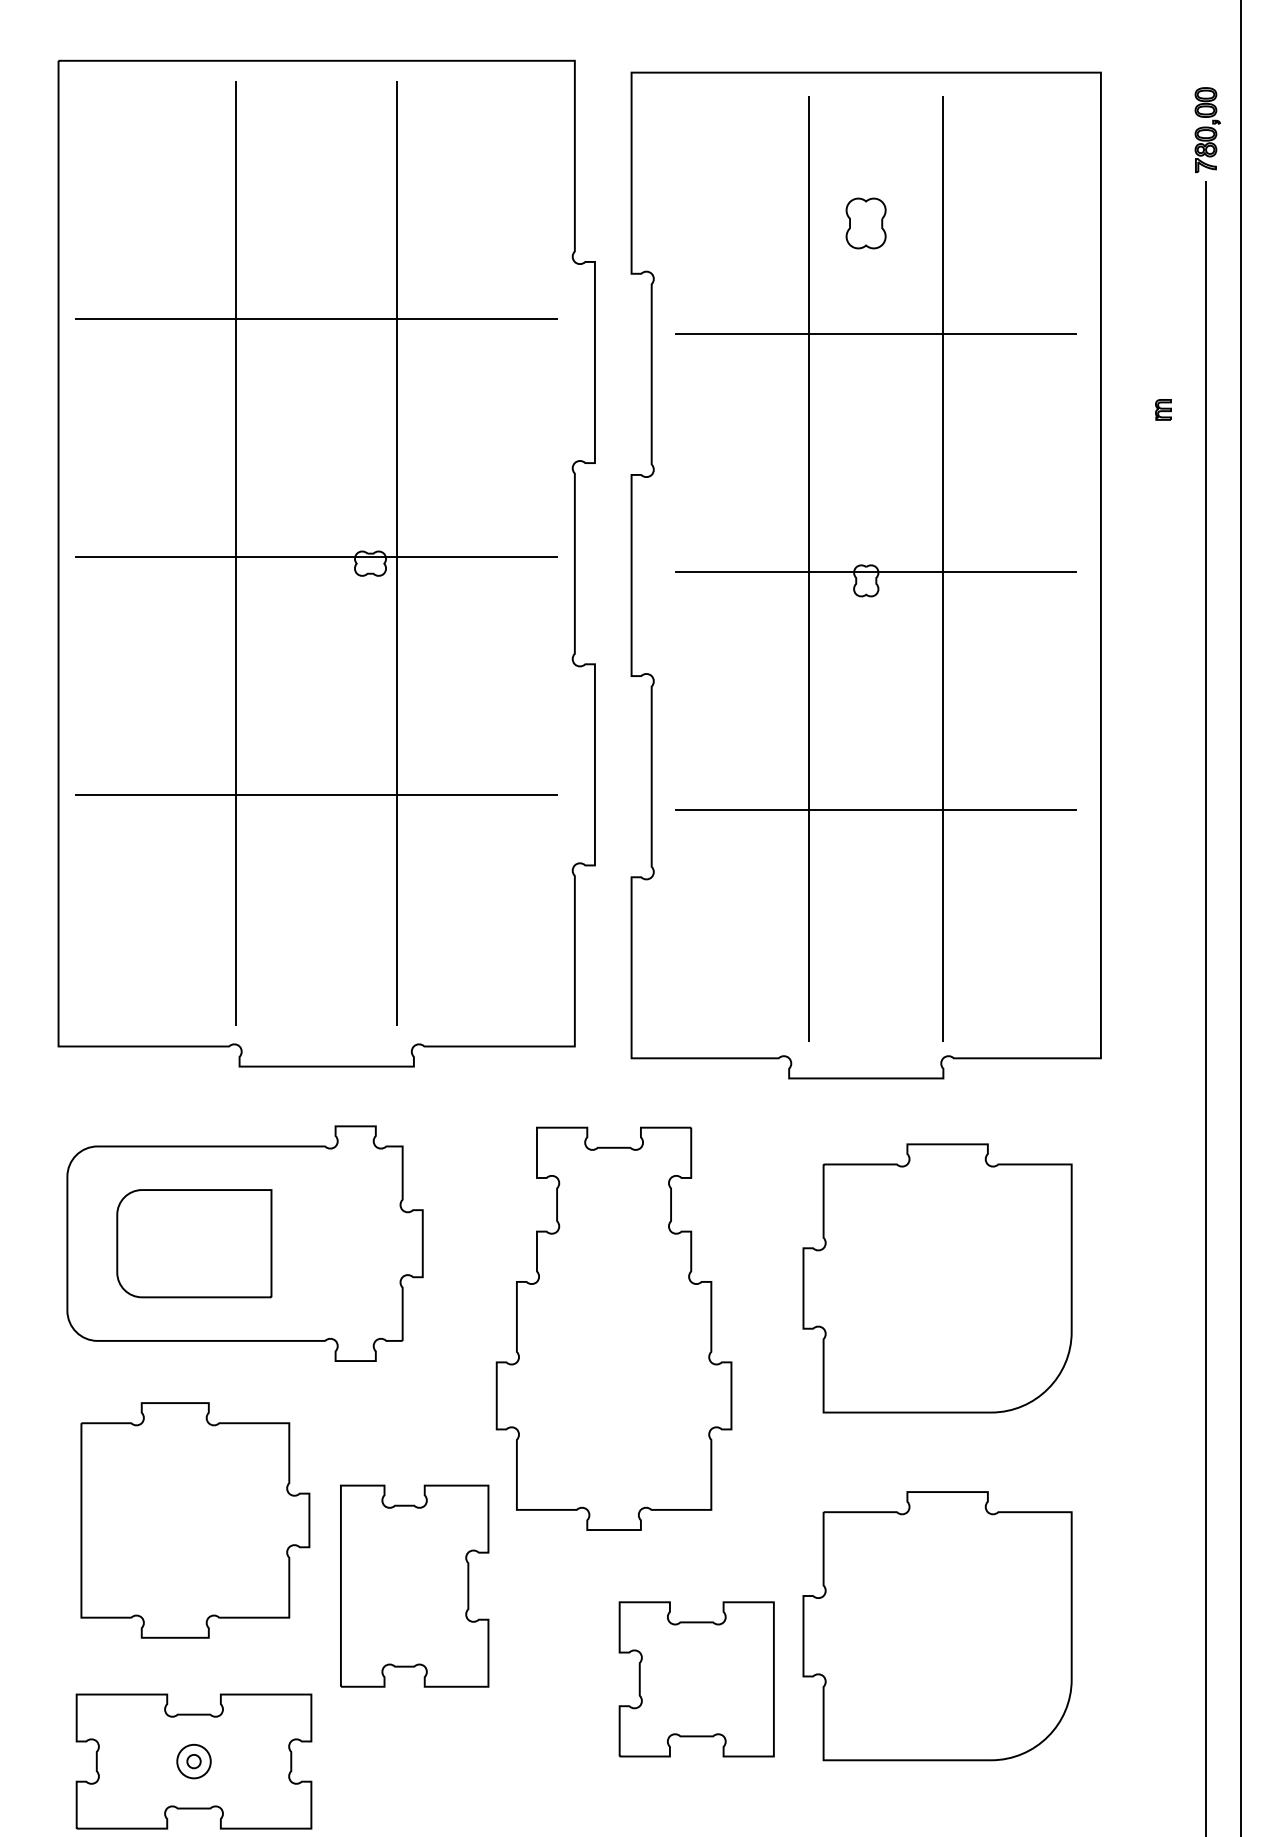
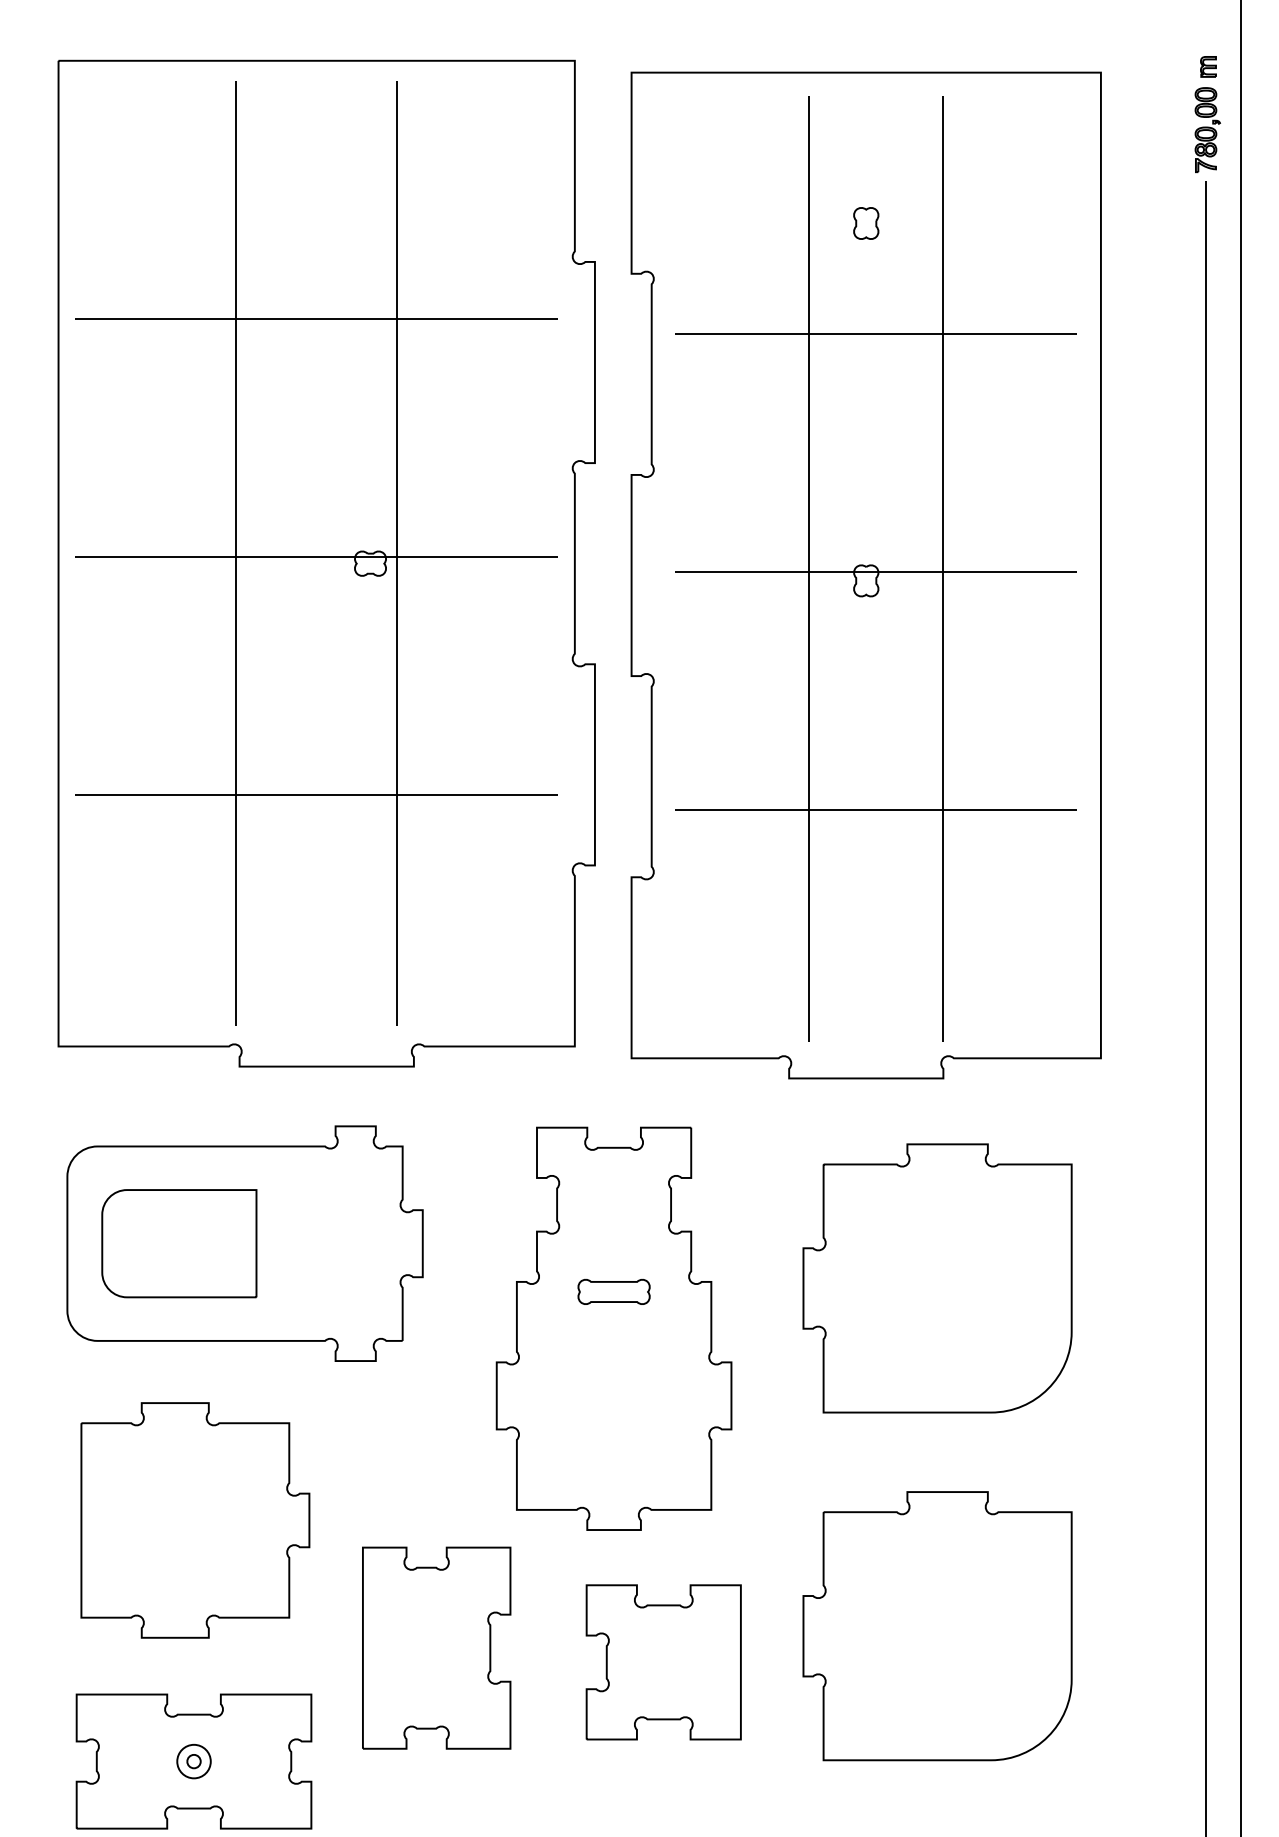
part at (865, 223) size: 42x53 px -> 27x33 px
part at (1163, 409) position: (1163, 409) -> (1208, 66)
part at (194, 1243) position: (194, 1243) -> (179, 1243)
part at (613, 1291): none -> present
part at (414, 1585) position: (414, 1585) -> (436, 1647)
part at (696, 1679) position: (696, 1679) -> (663, 1662)
